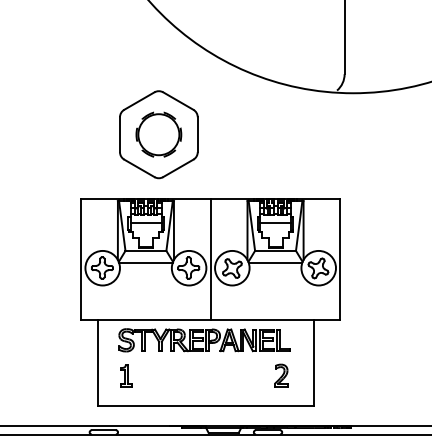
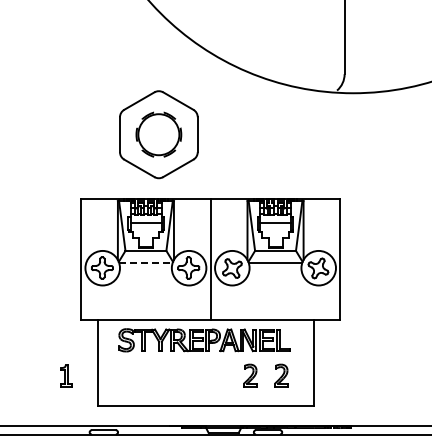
line at (145, 263): solid -> dashed
part at (126, 375) position: (126, 375) -> (66, 375)
part at (250, 375): none -> present
